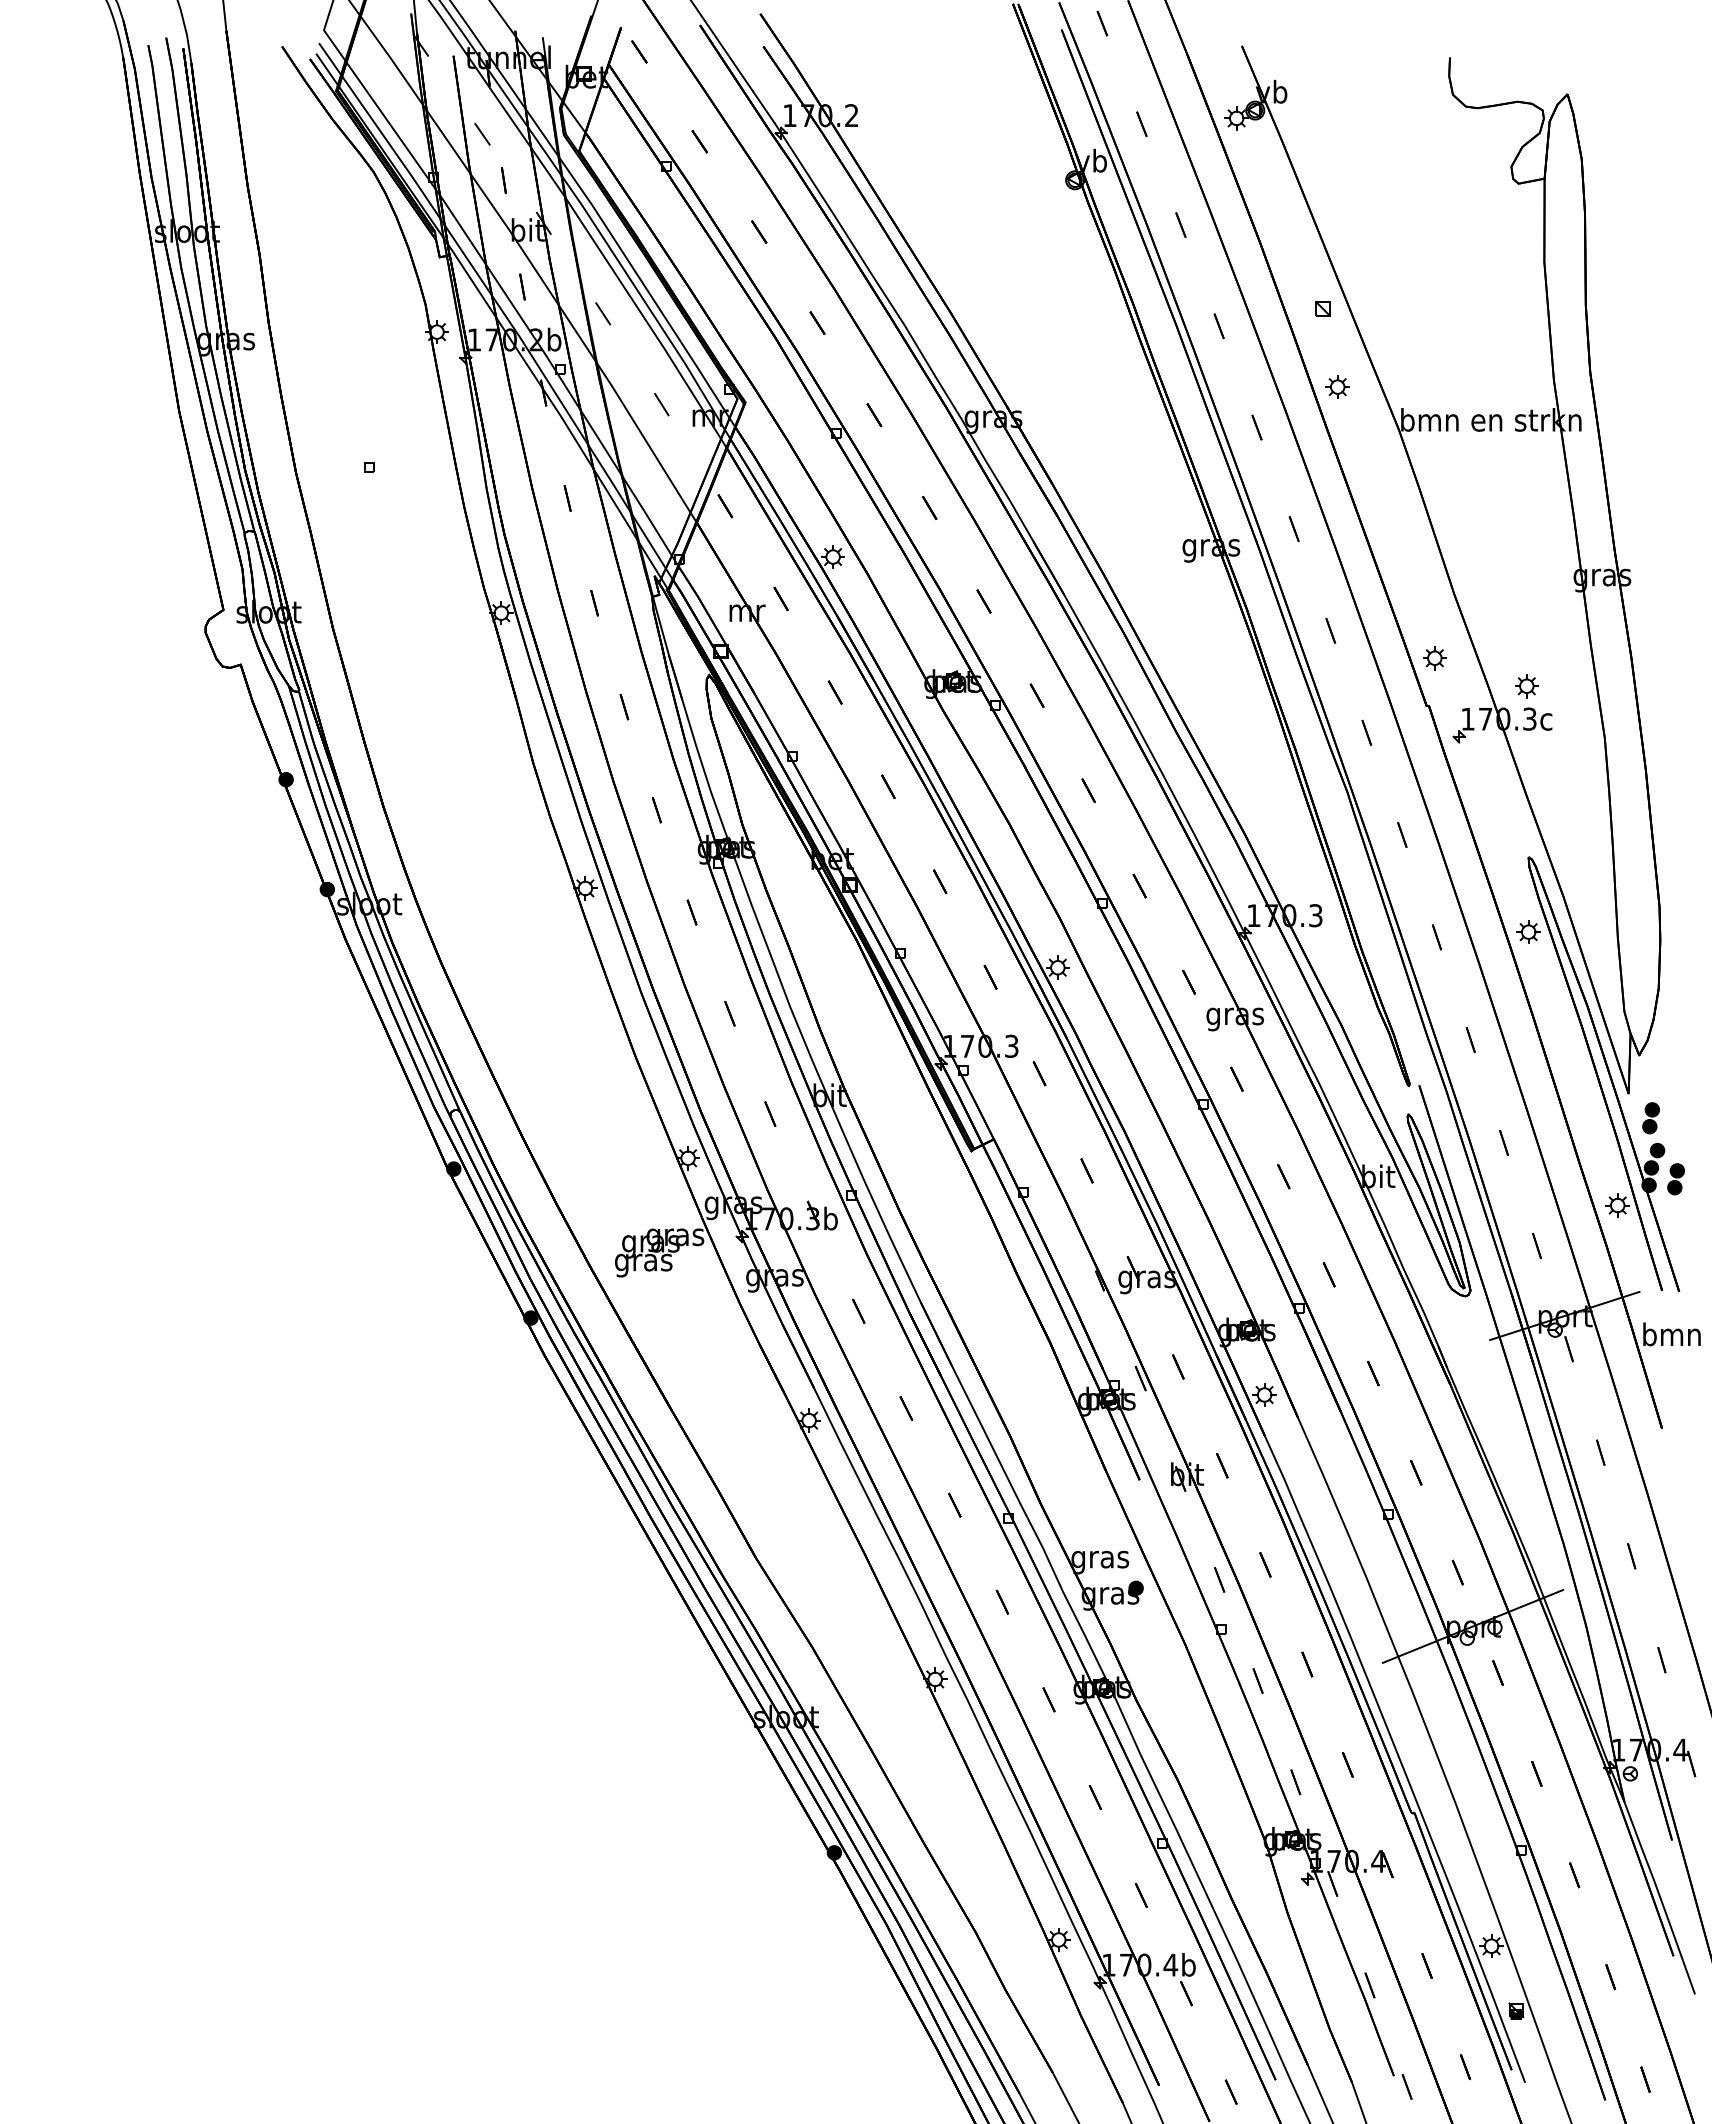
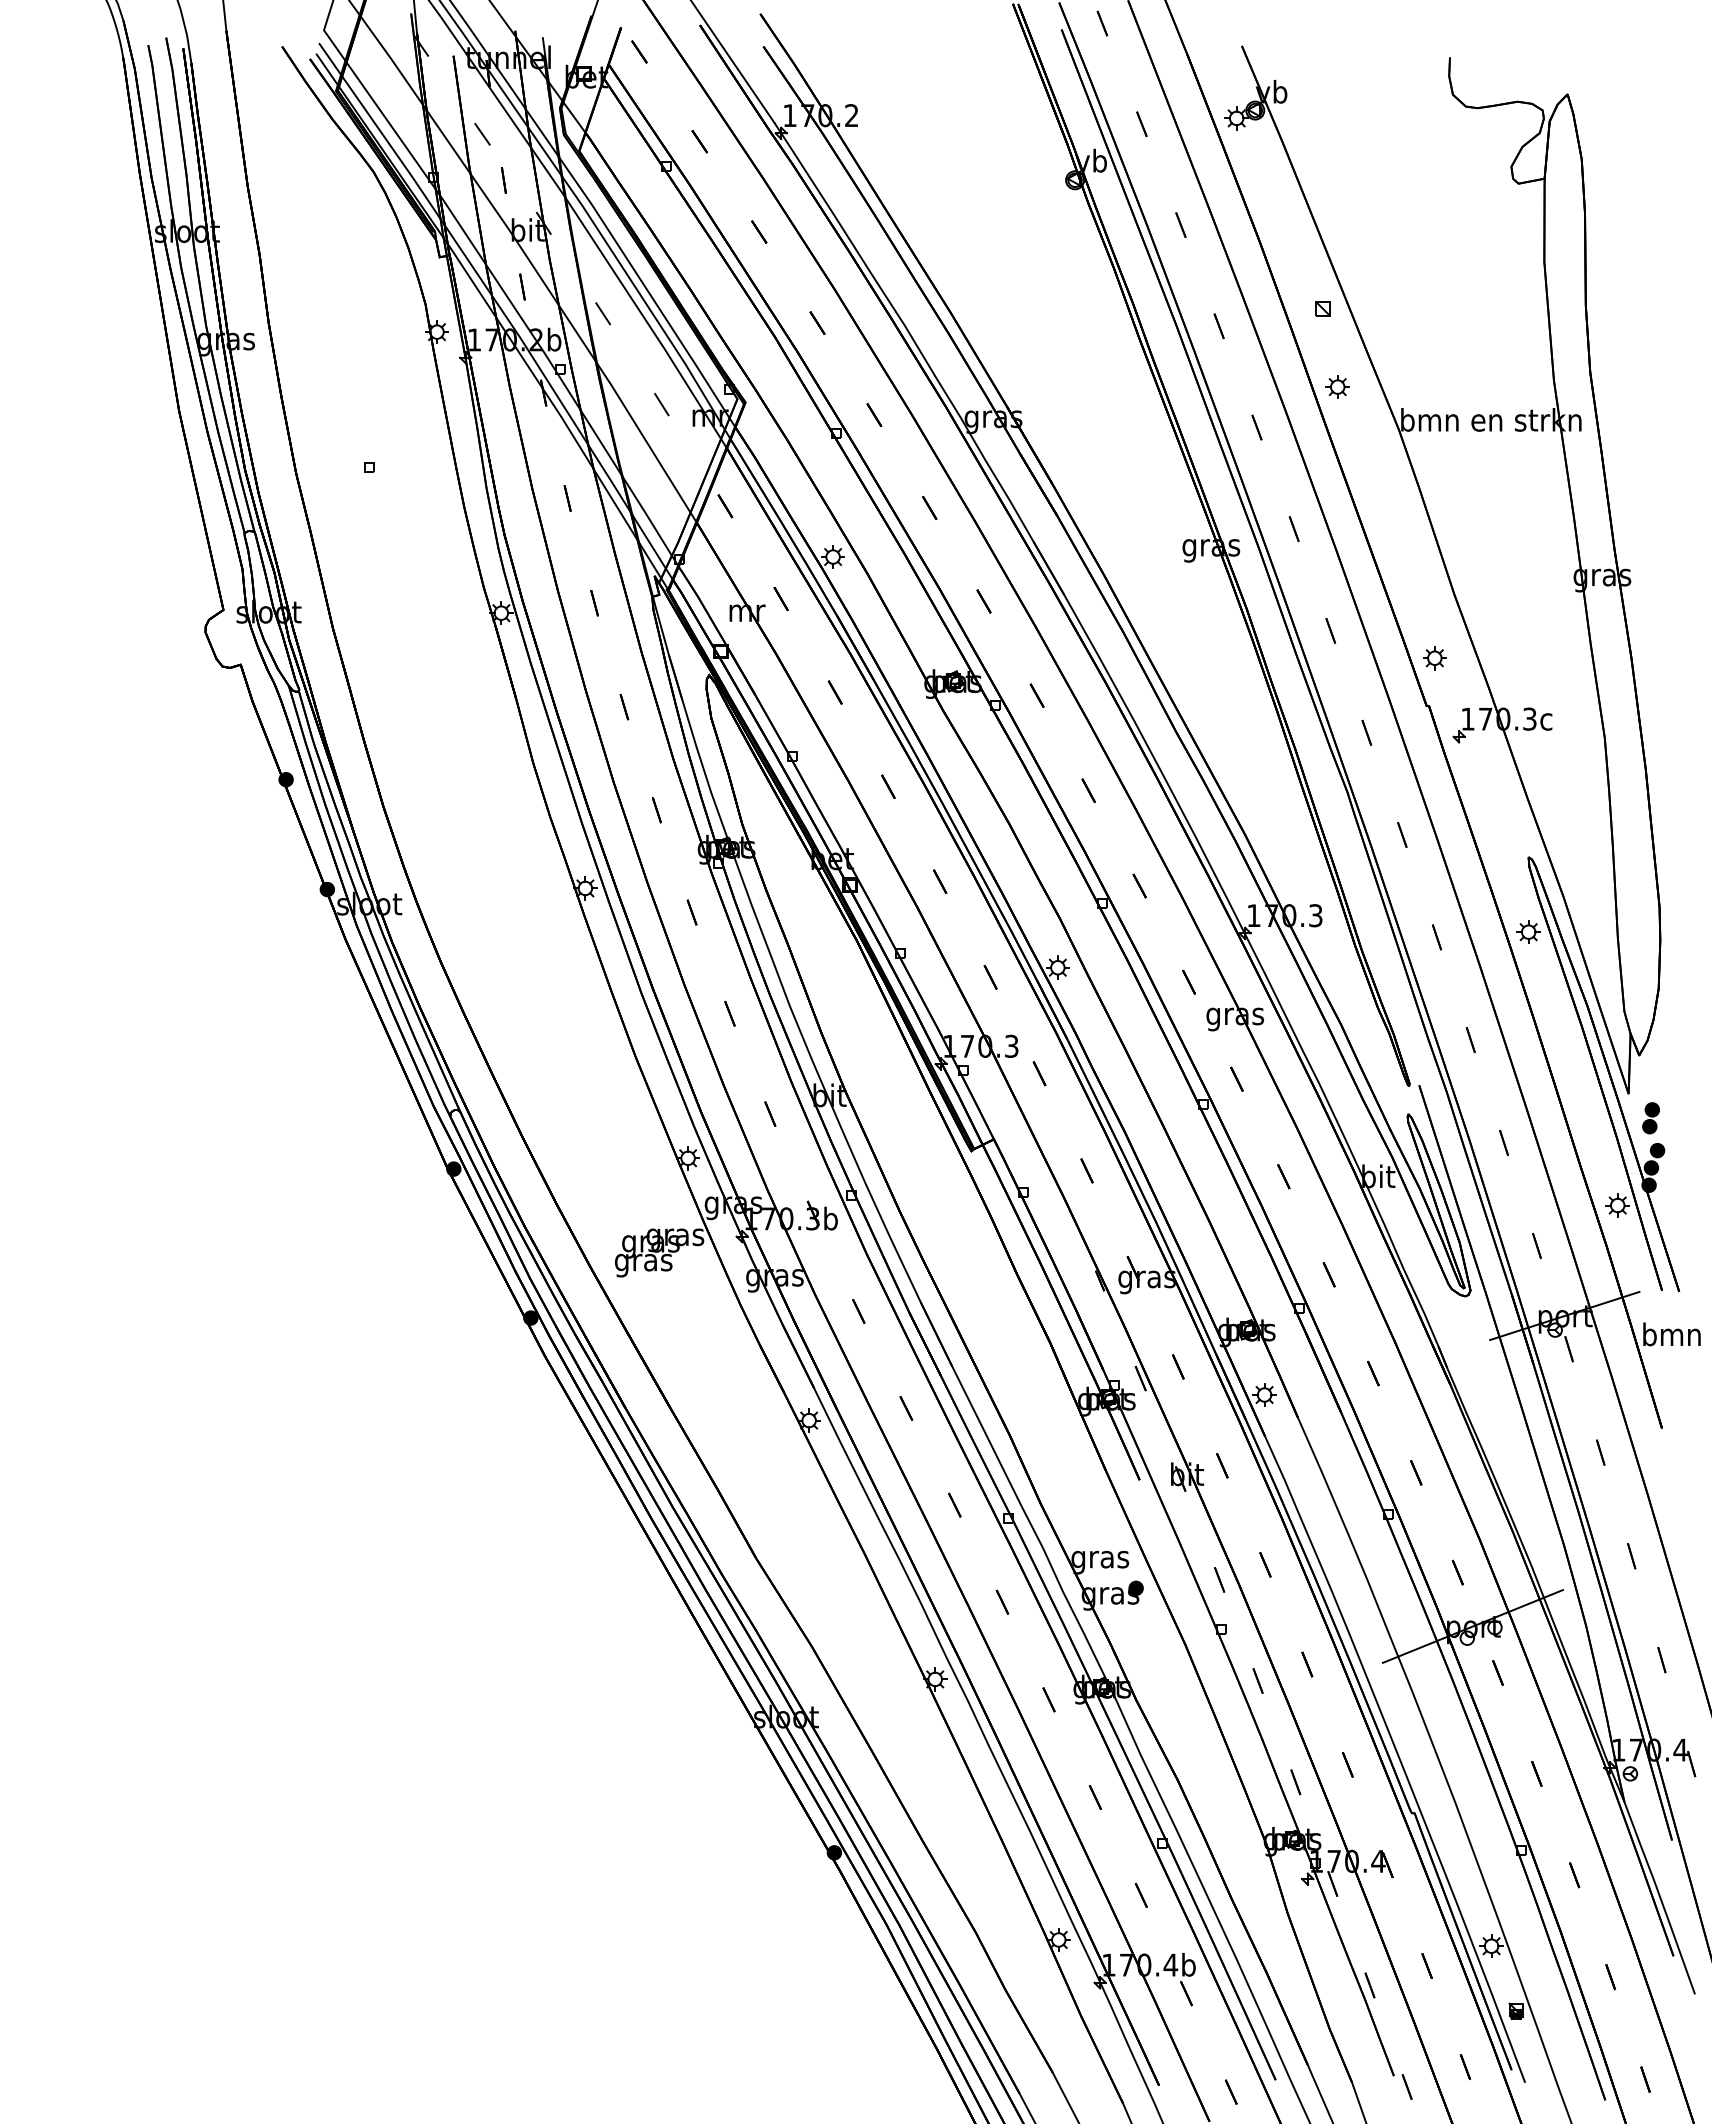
part at (1526, 686): present -> none
part at (1675, 1179): present -> none
